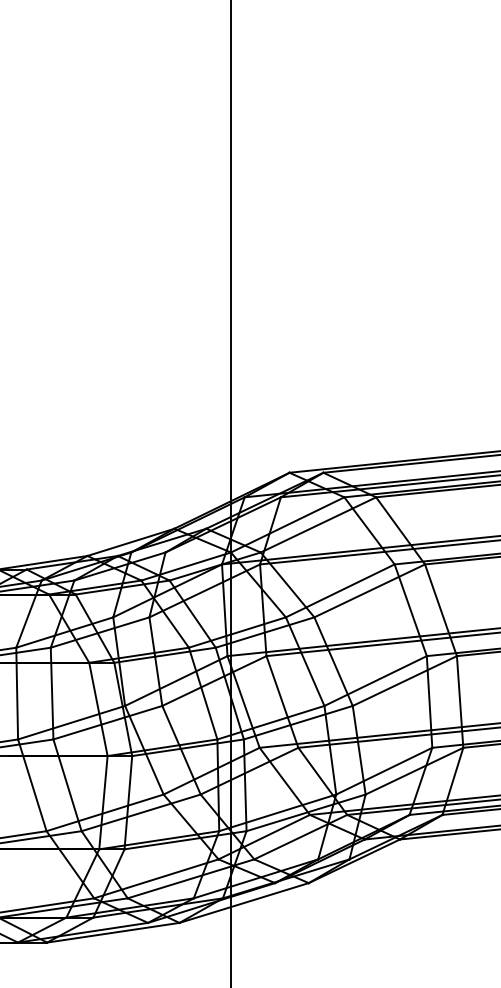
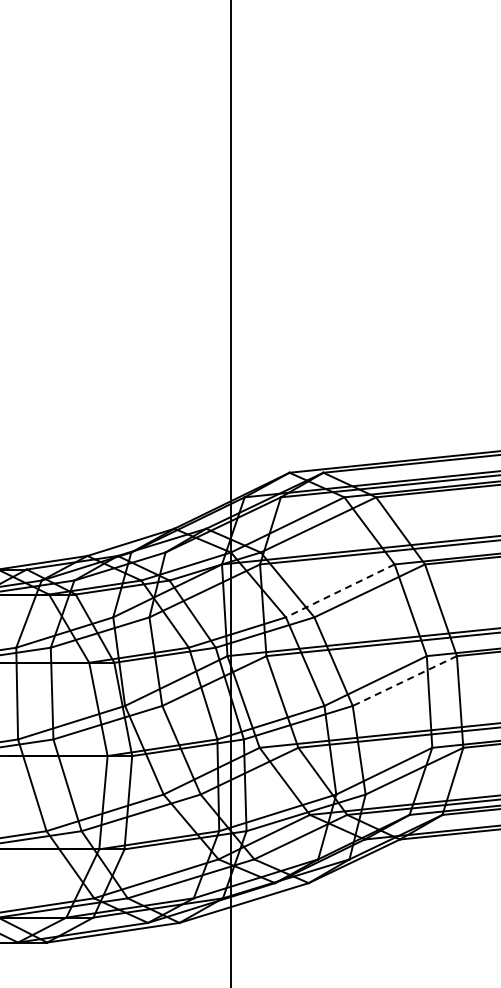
line at (339, 591): solid -> dashed
line at (404, 681): solid -> dashed
